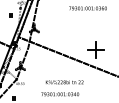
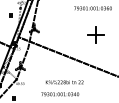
text at (87, 8) position: (87, 8) -> (92, 8)
part at (95, 49) position: (95, 49) -> (95, 34)
